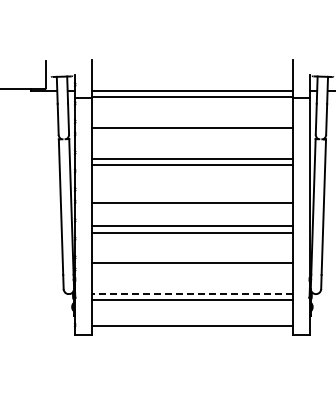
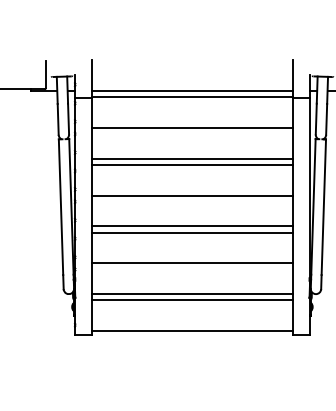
line at (192, 202) position: (192, 202) -> (192, 195)
line at (191, 294): dashed -> solid
line at (192, 326) position: (192, 326) -> (192, 331)
